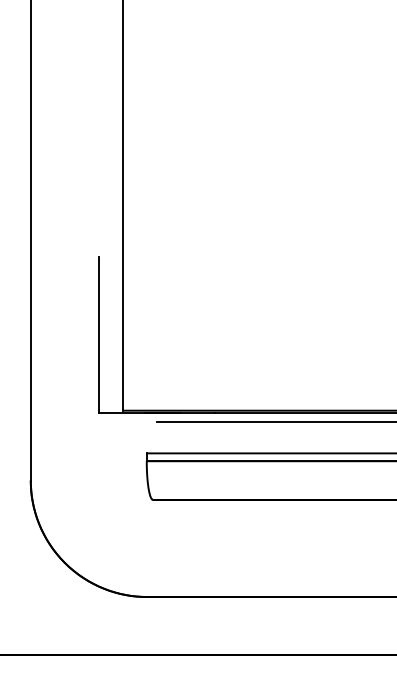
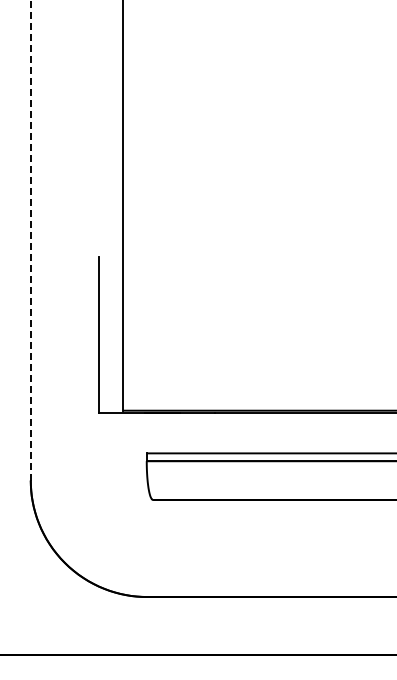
line at (30, 240): solid -> dashed
line at (274, 422): present -> none
